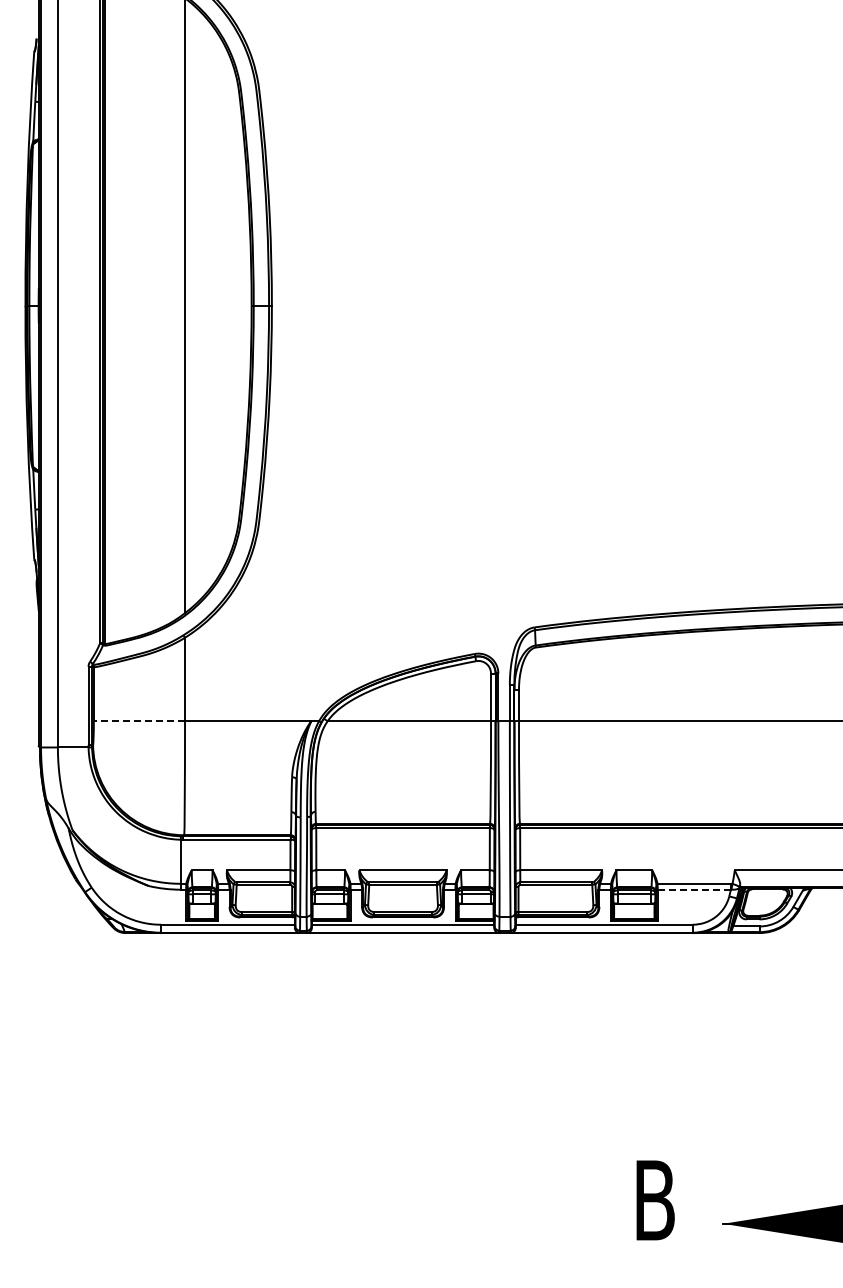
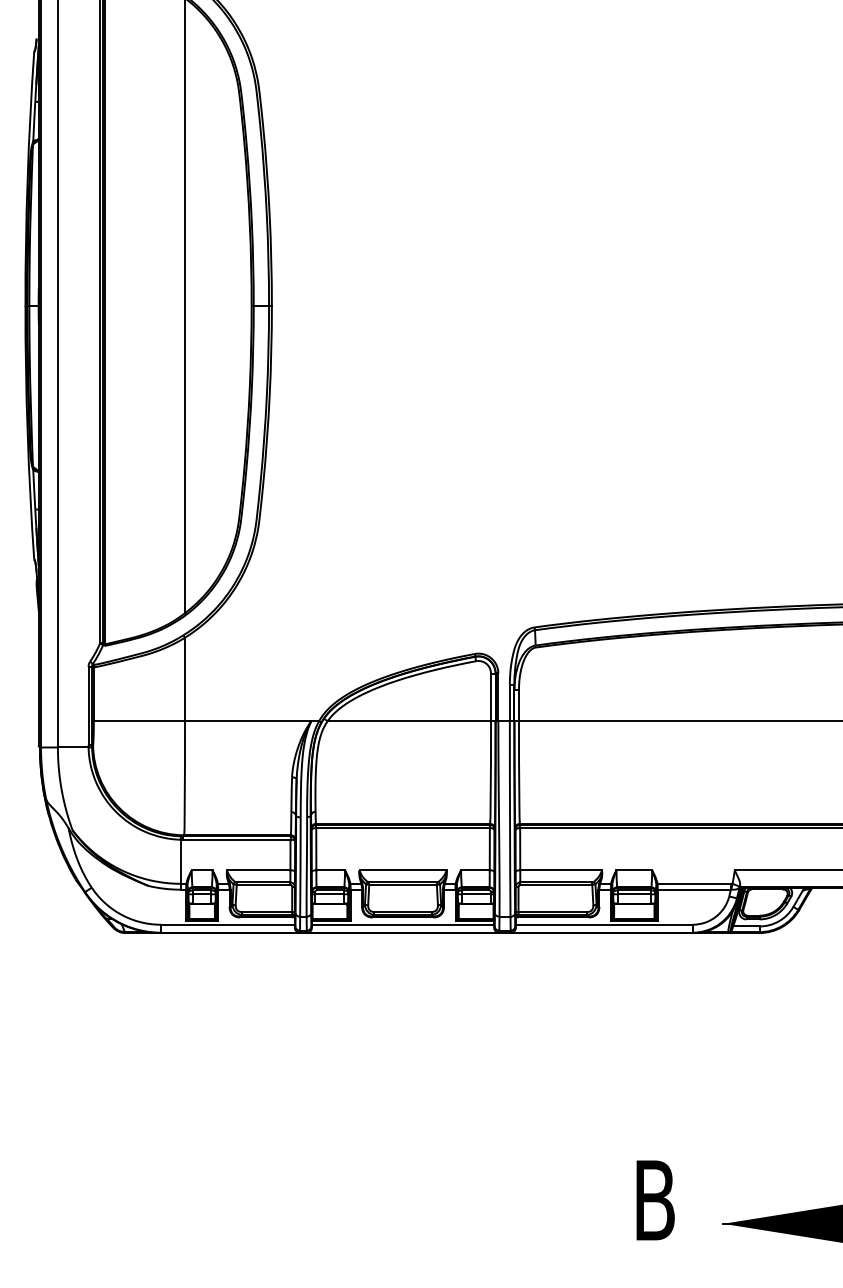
line at (139, 721): dashed -> solid
line at (694, 889): dashed -> solid
